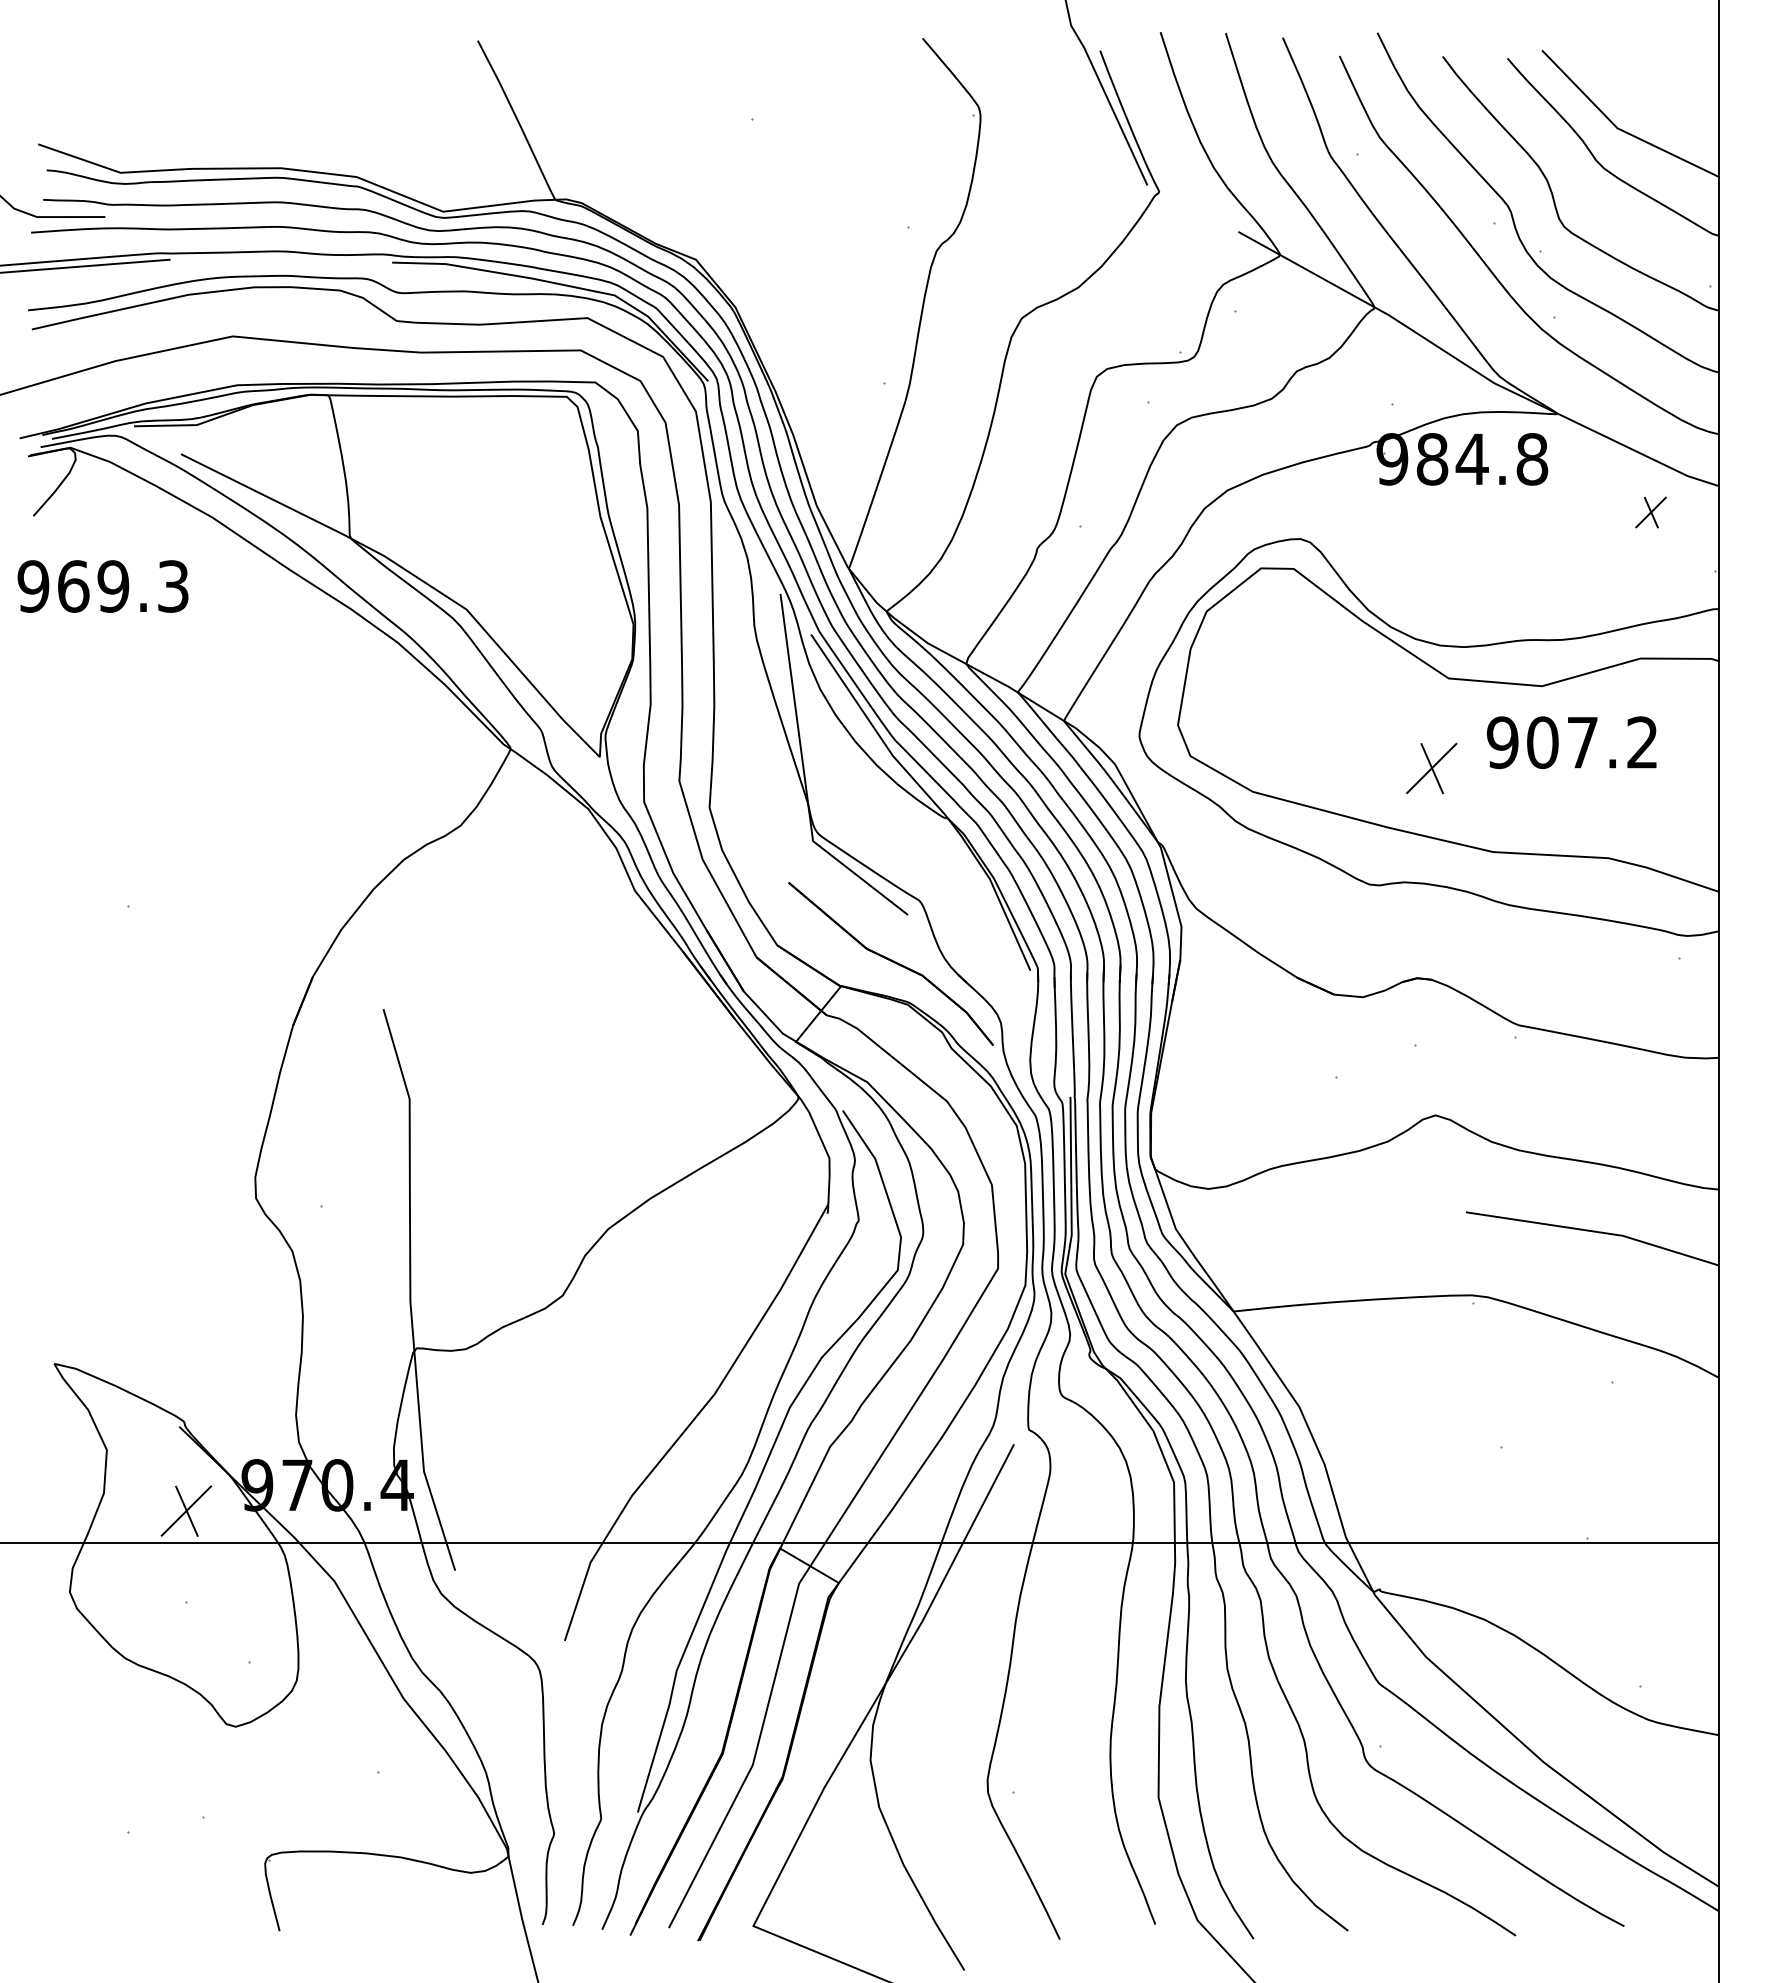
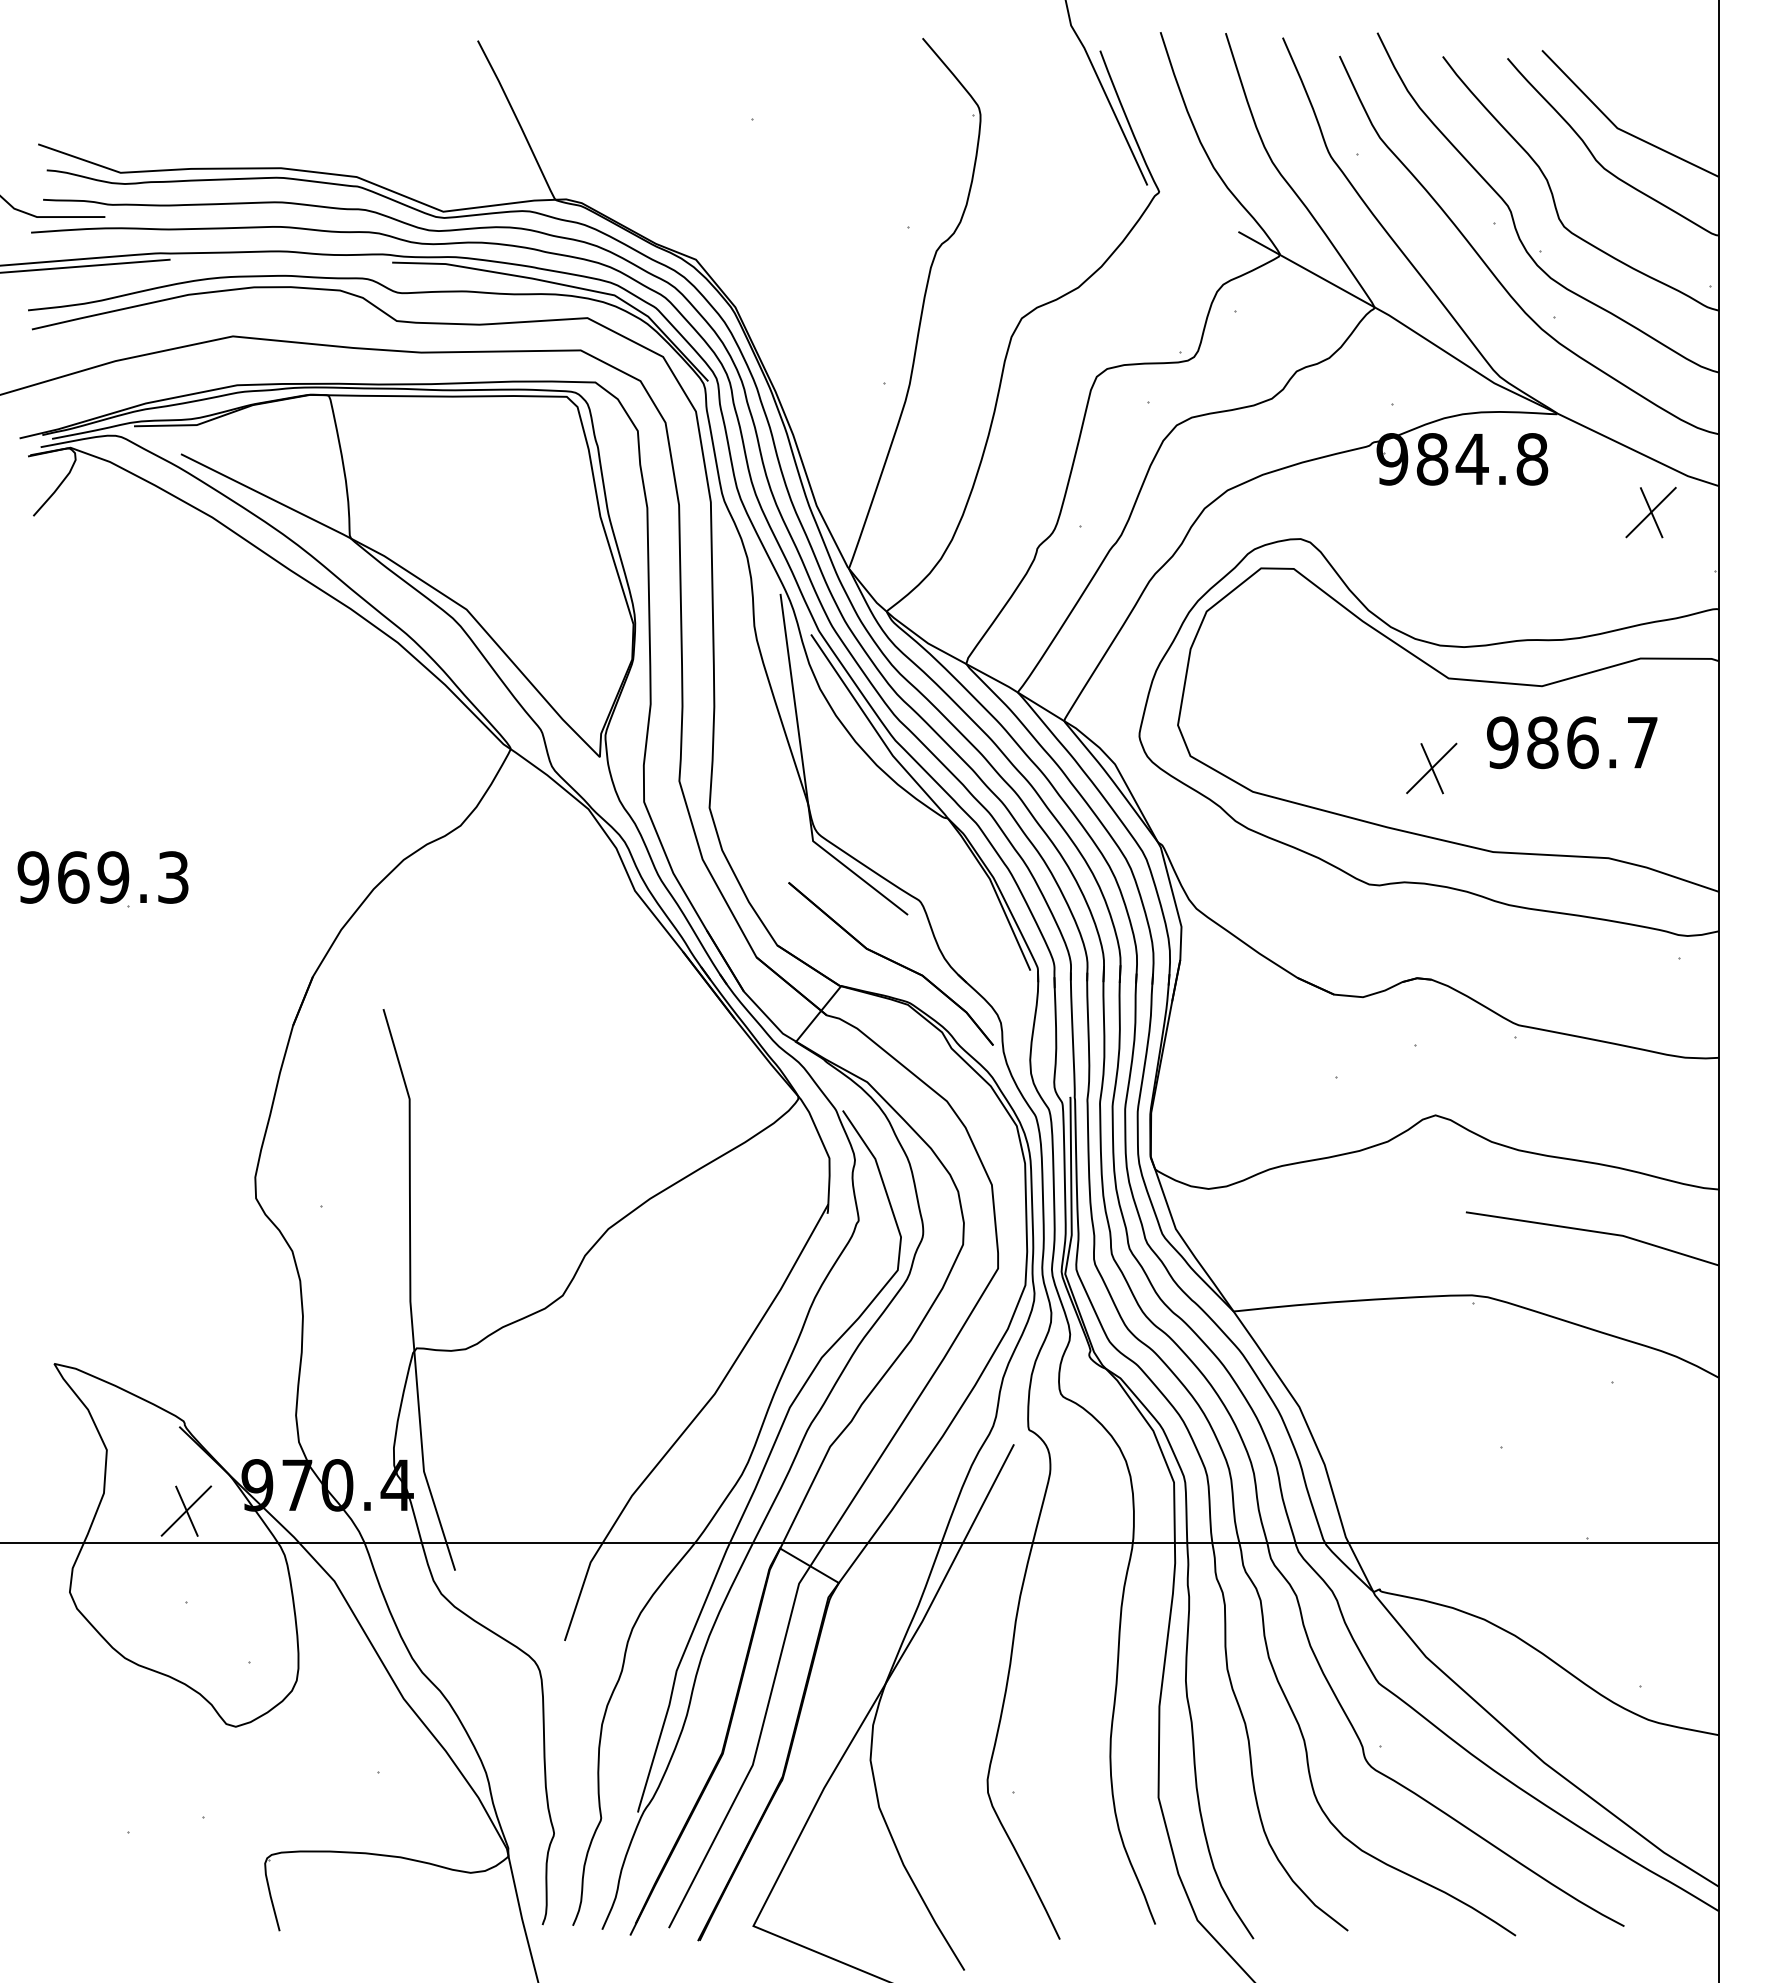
part at (1650, 512) size: 32x33 px -> 52x53 px
text at (102, 586) position: (102, 586) -> (102, 877)
text at (1592, 742): 907.2 -> 986.7
